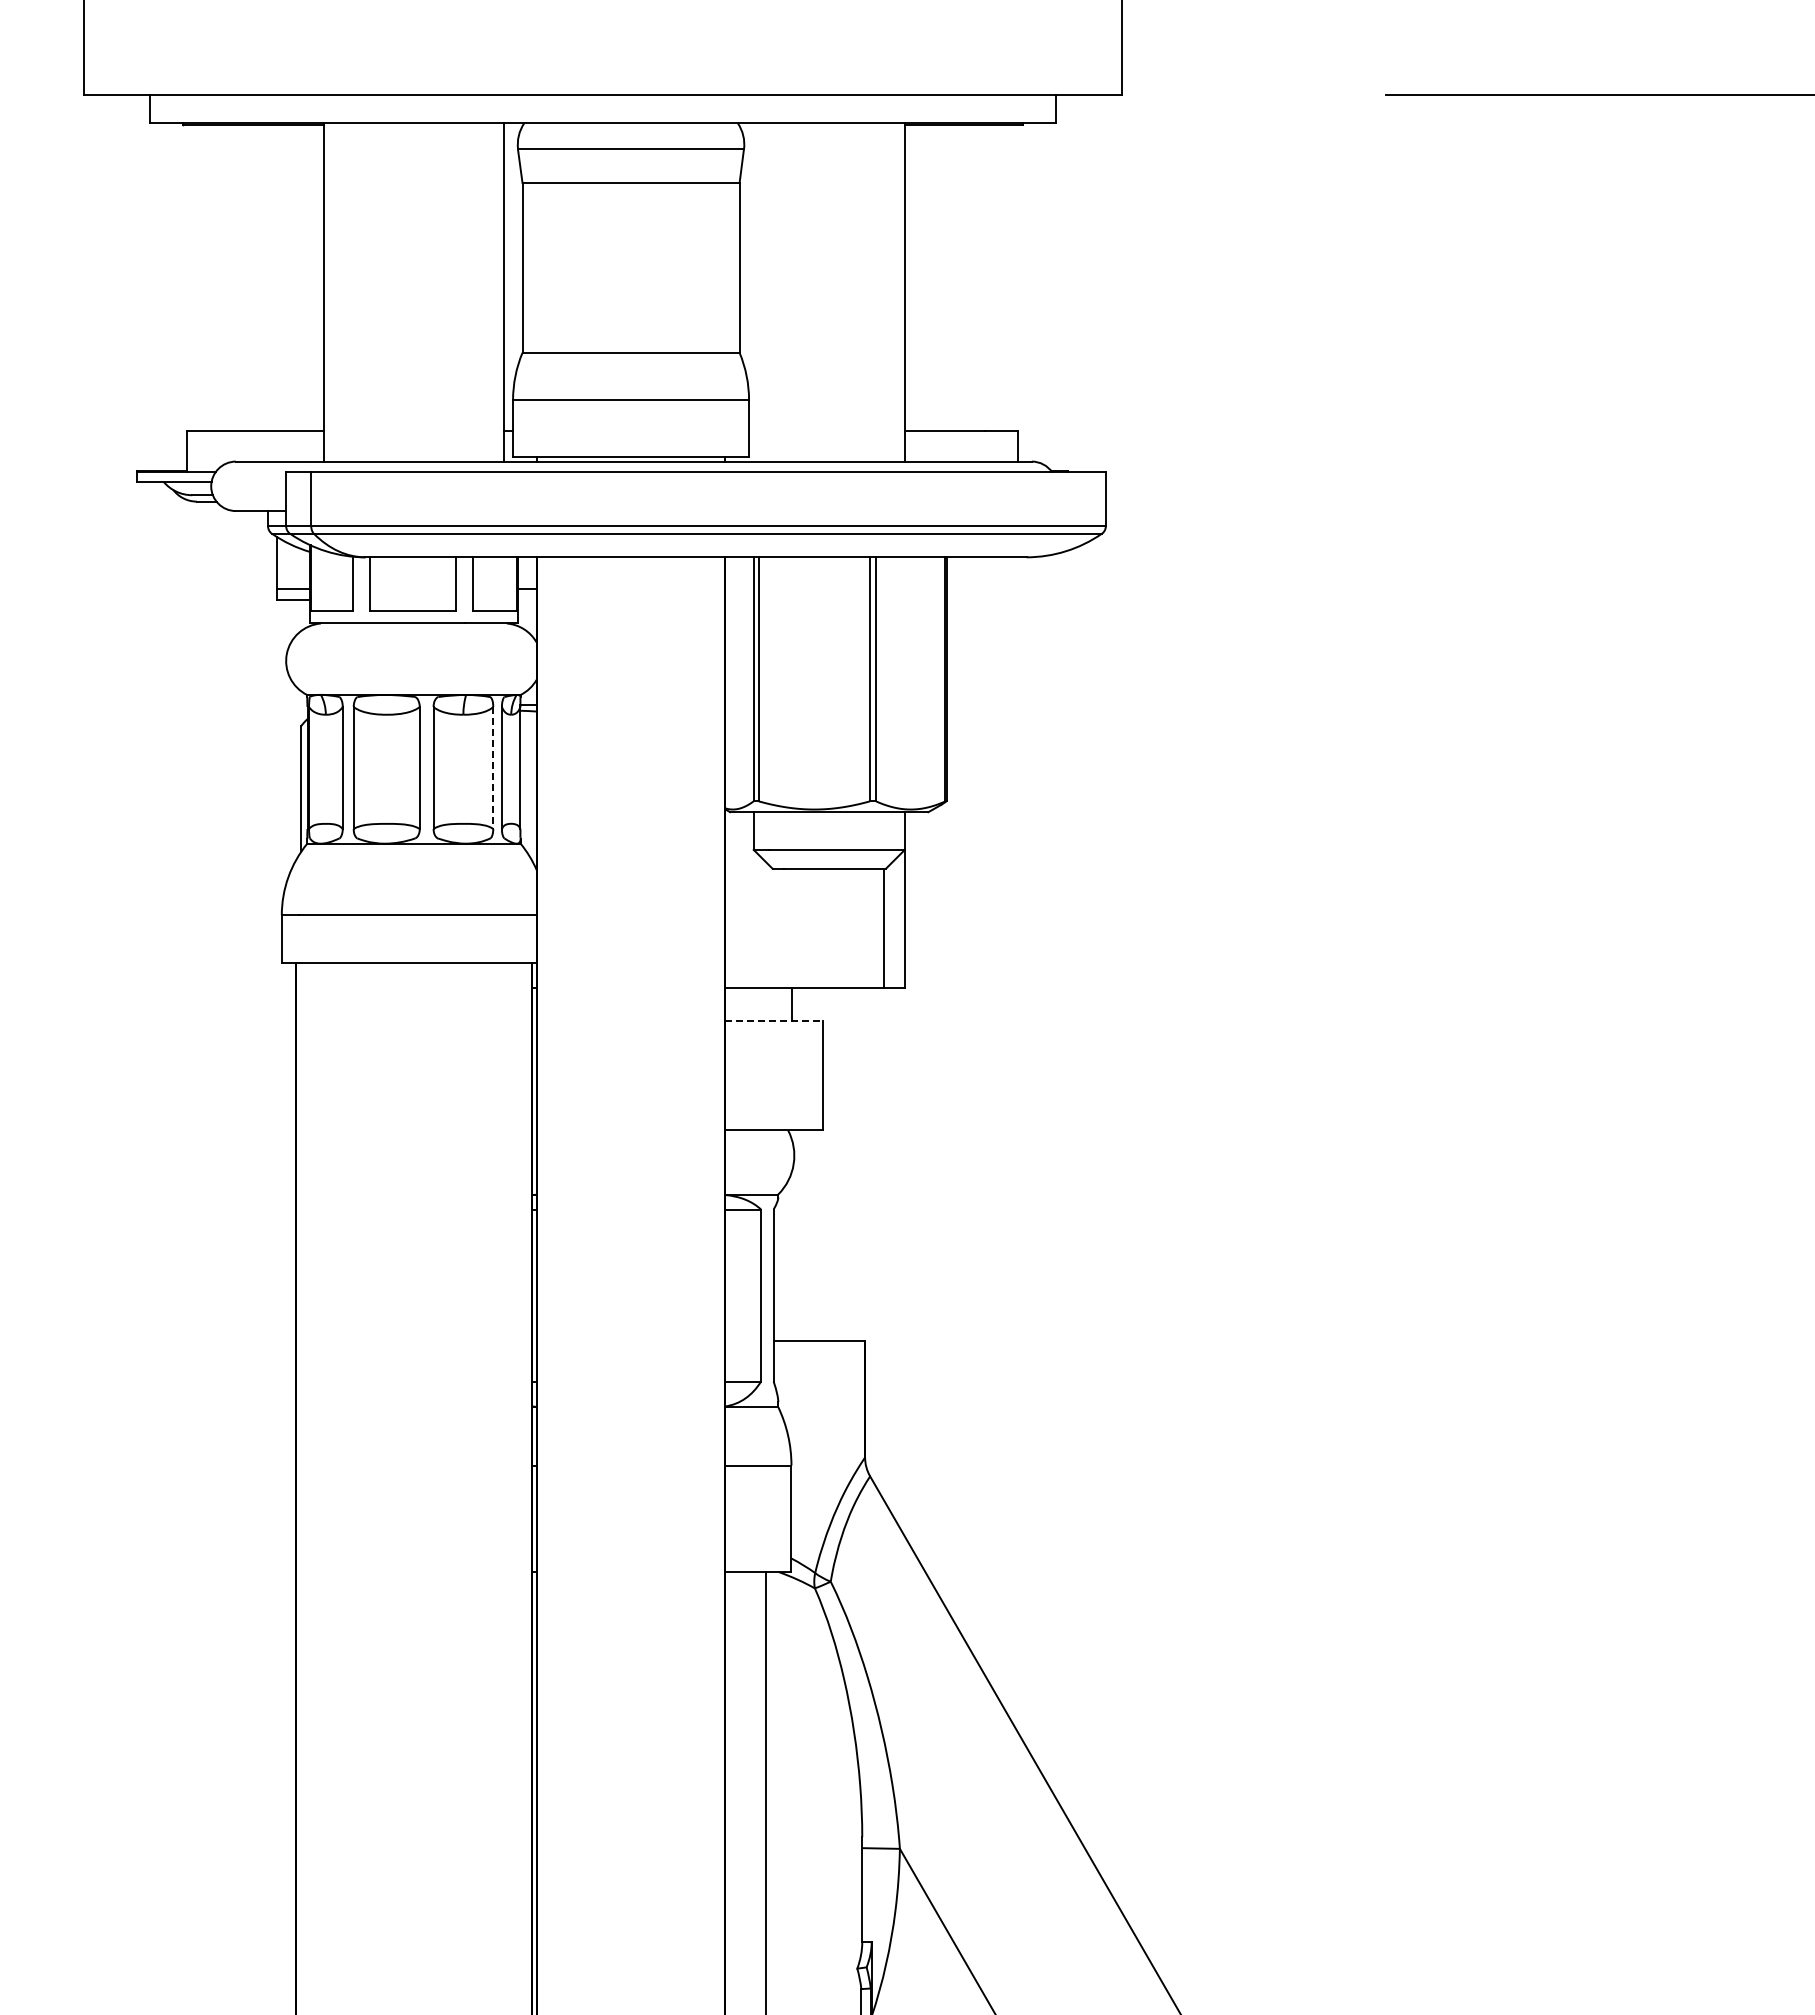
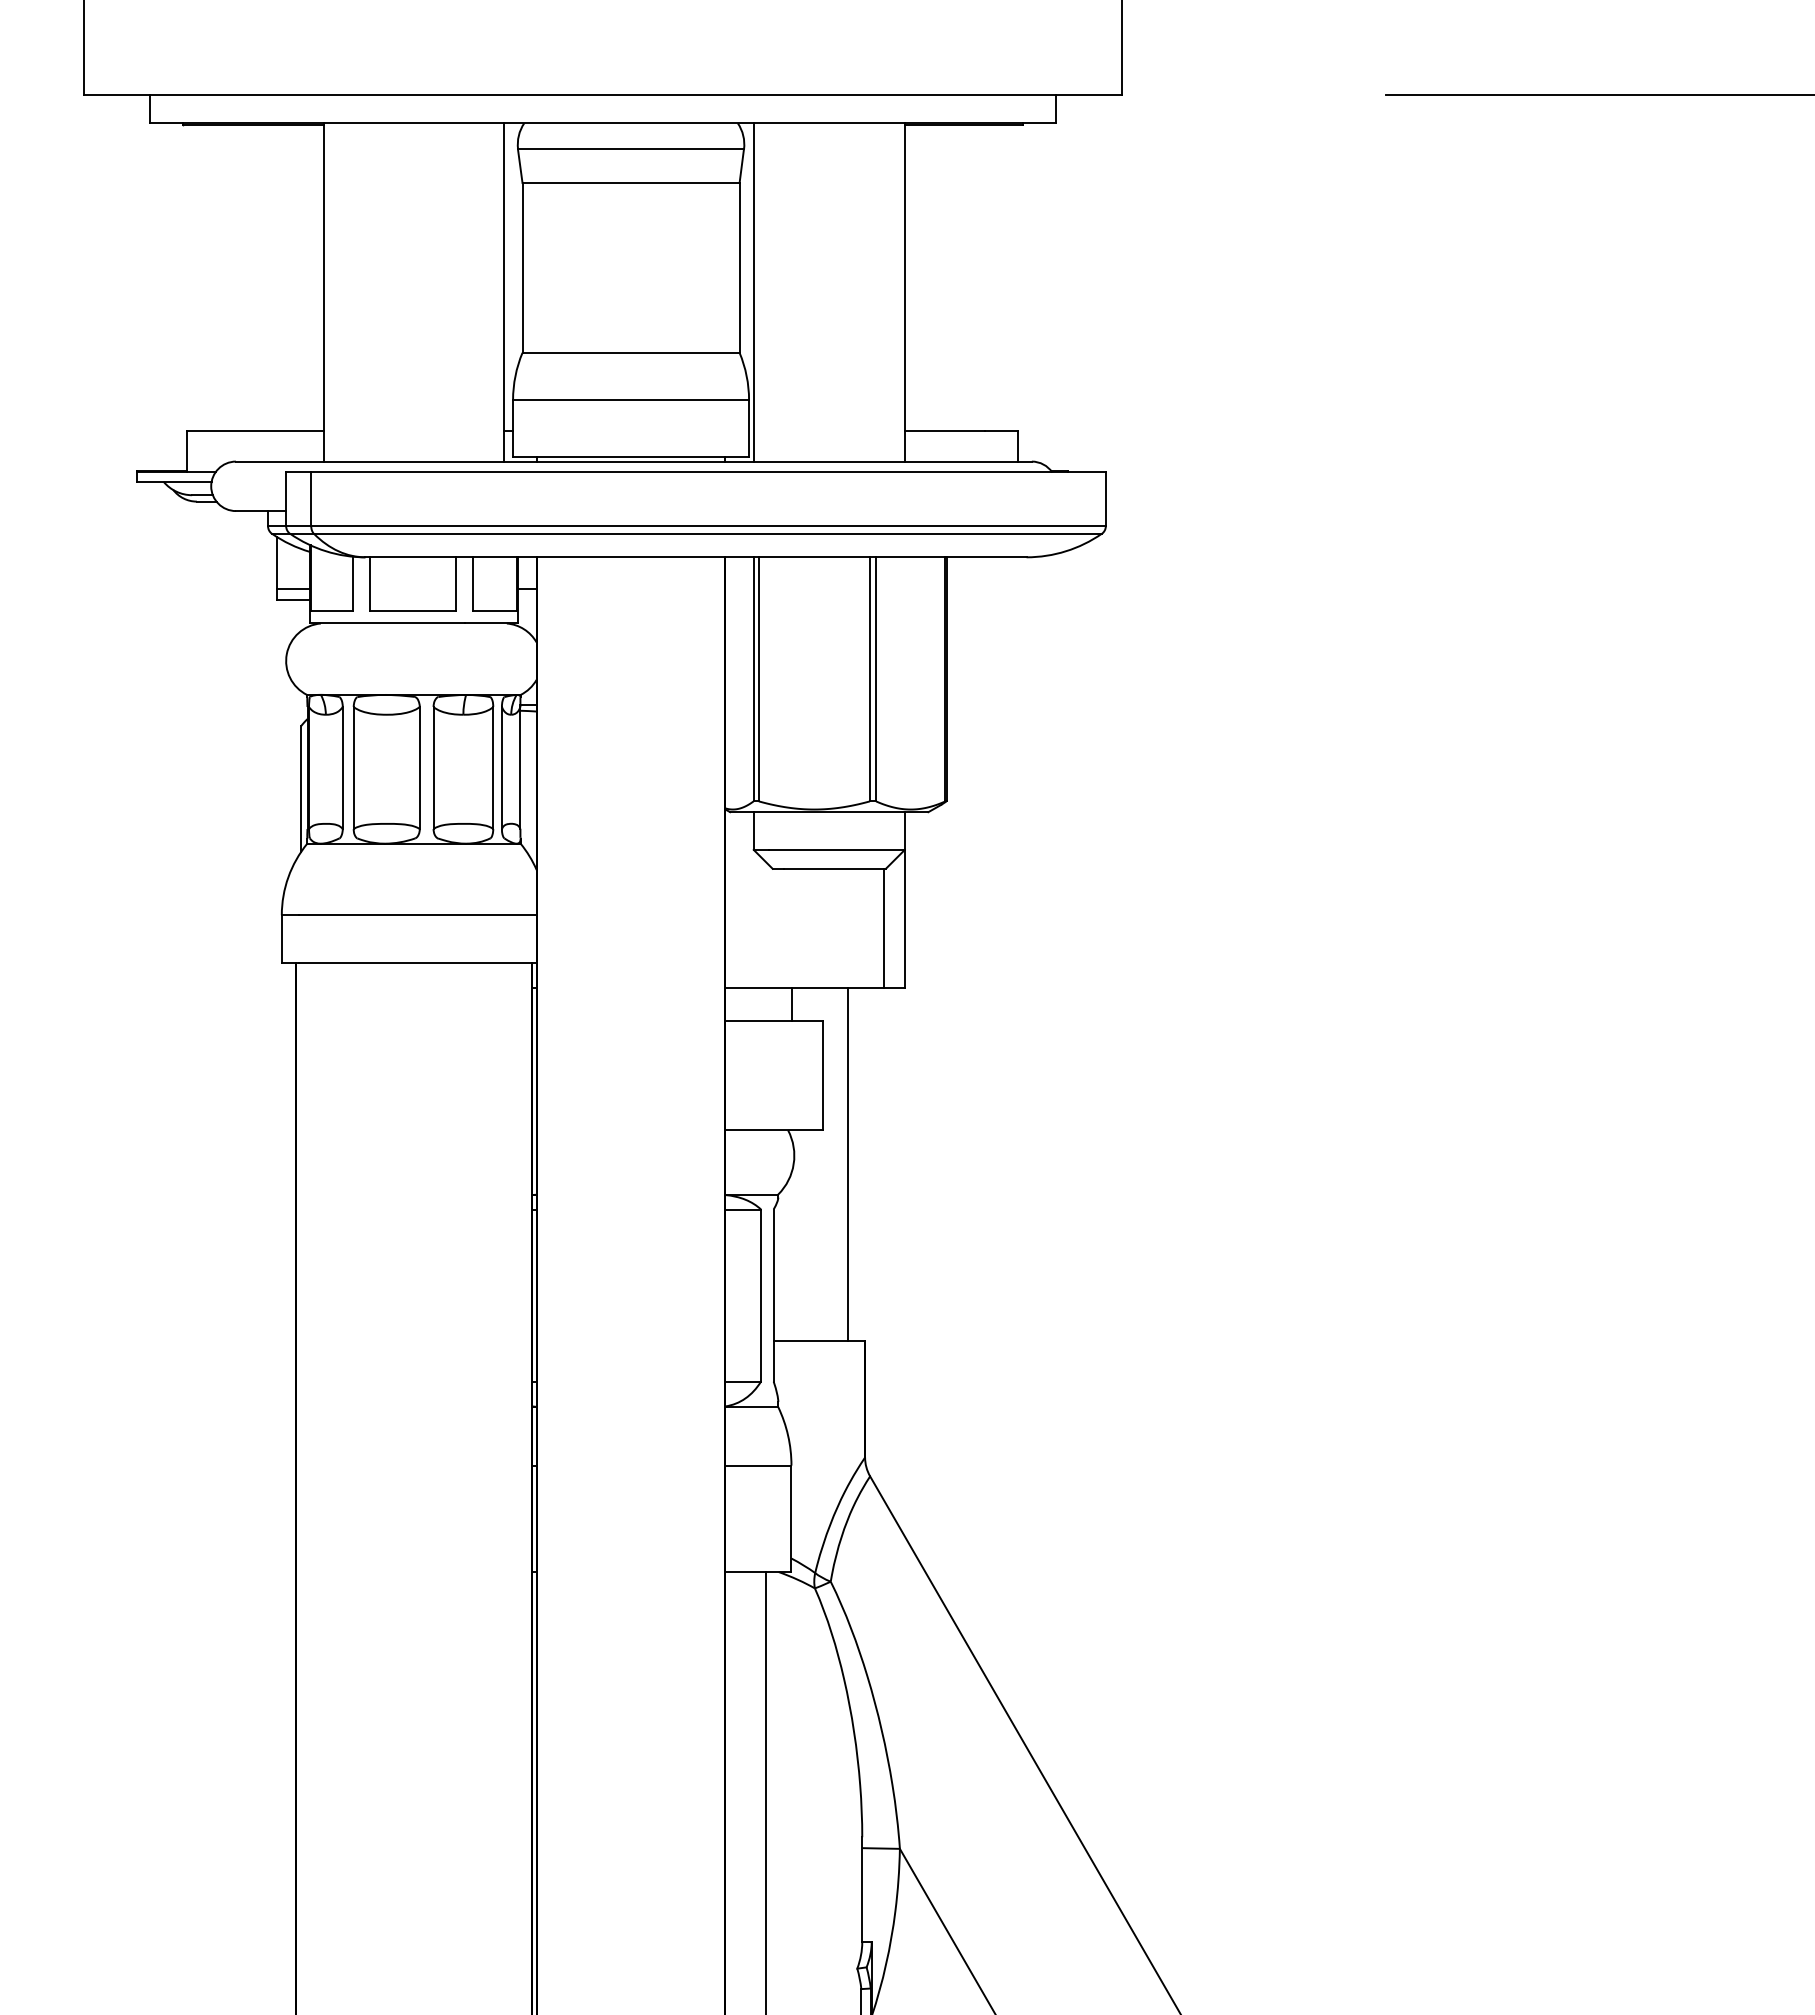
line at (753, 292): none -> present
line at (493, 768): dashed -> solid
line at (774, 1020): dashed -> solid
line at (848, 1163): none -> present
